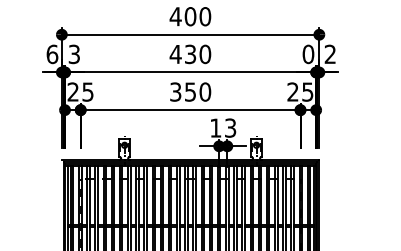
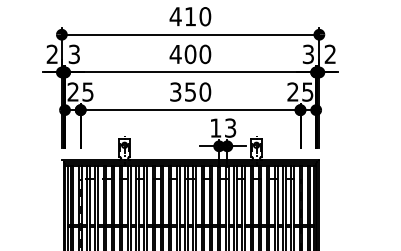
text at (190, 16): 400 -> 410
text at (52, 54): 6 -> 2
text at (190, 54): 430 -> 400
text at (308, 54): 0 -> 3
